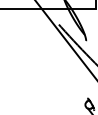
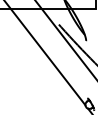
line at (45, 53): none -> present
